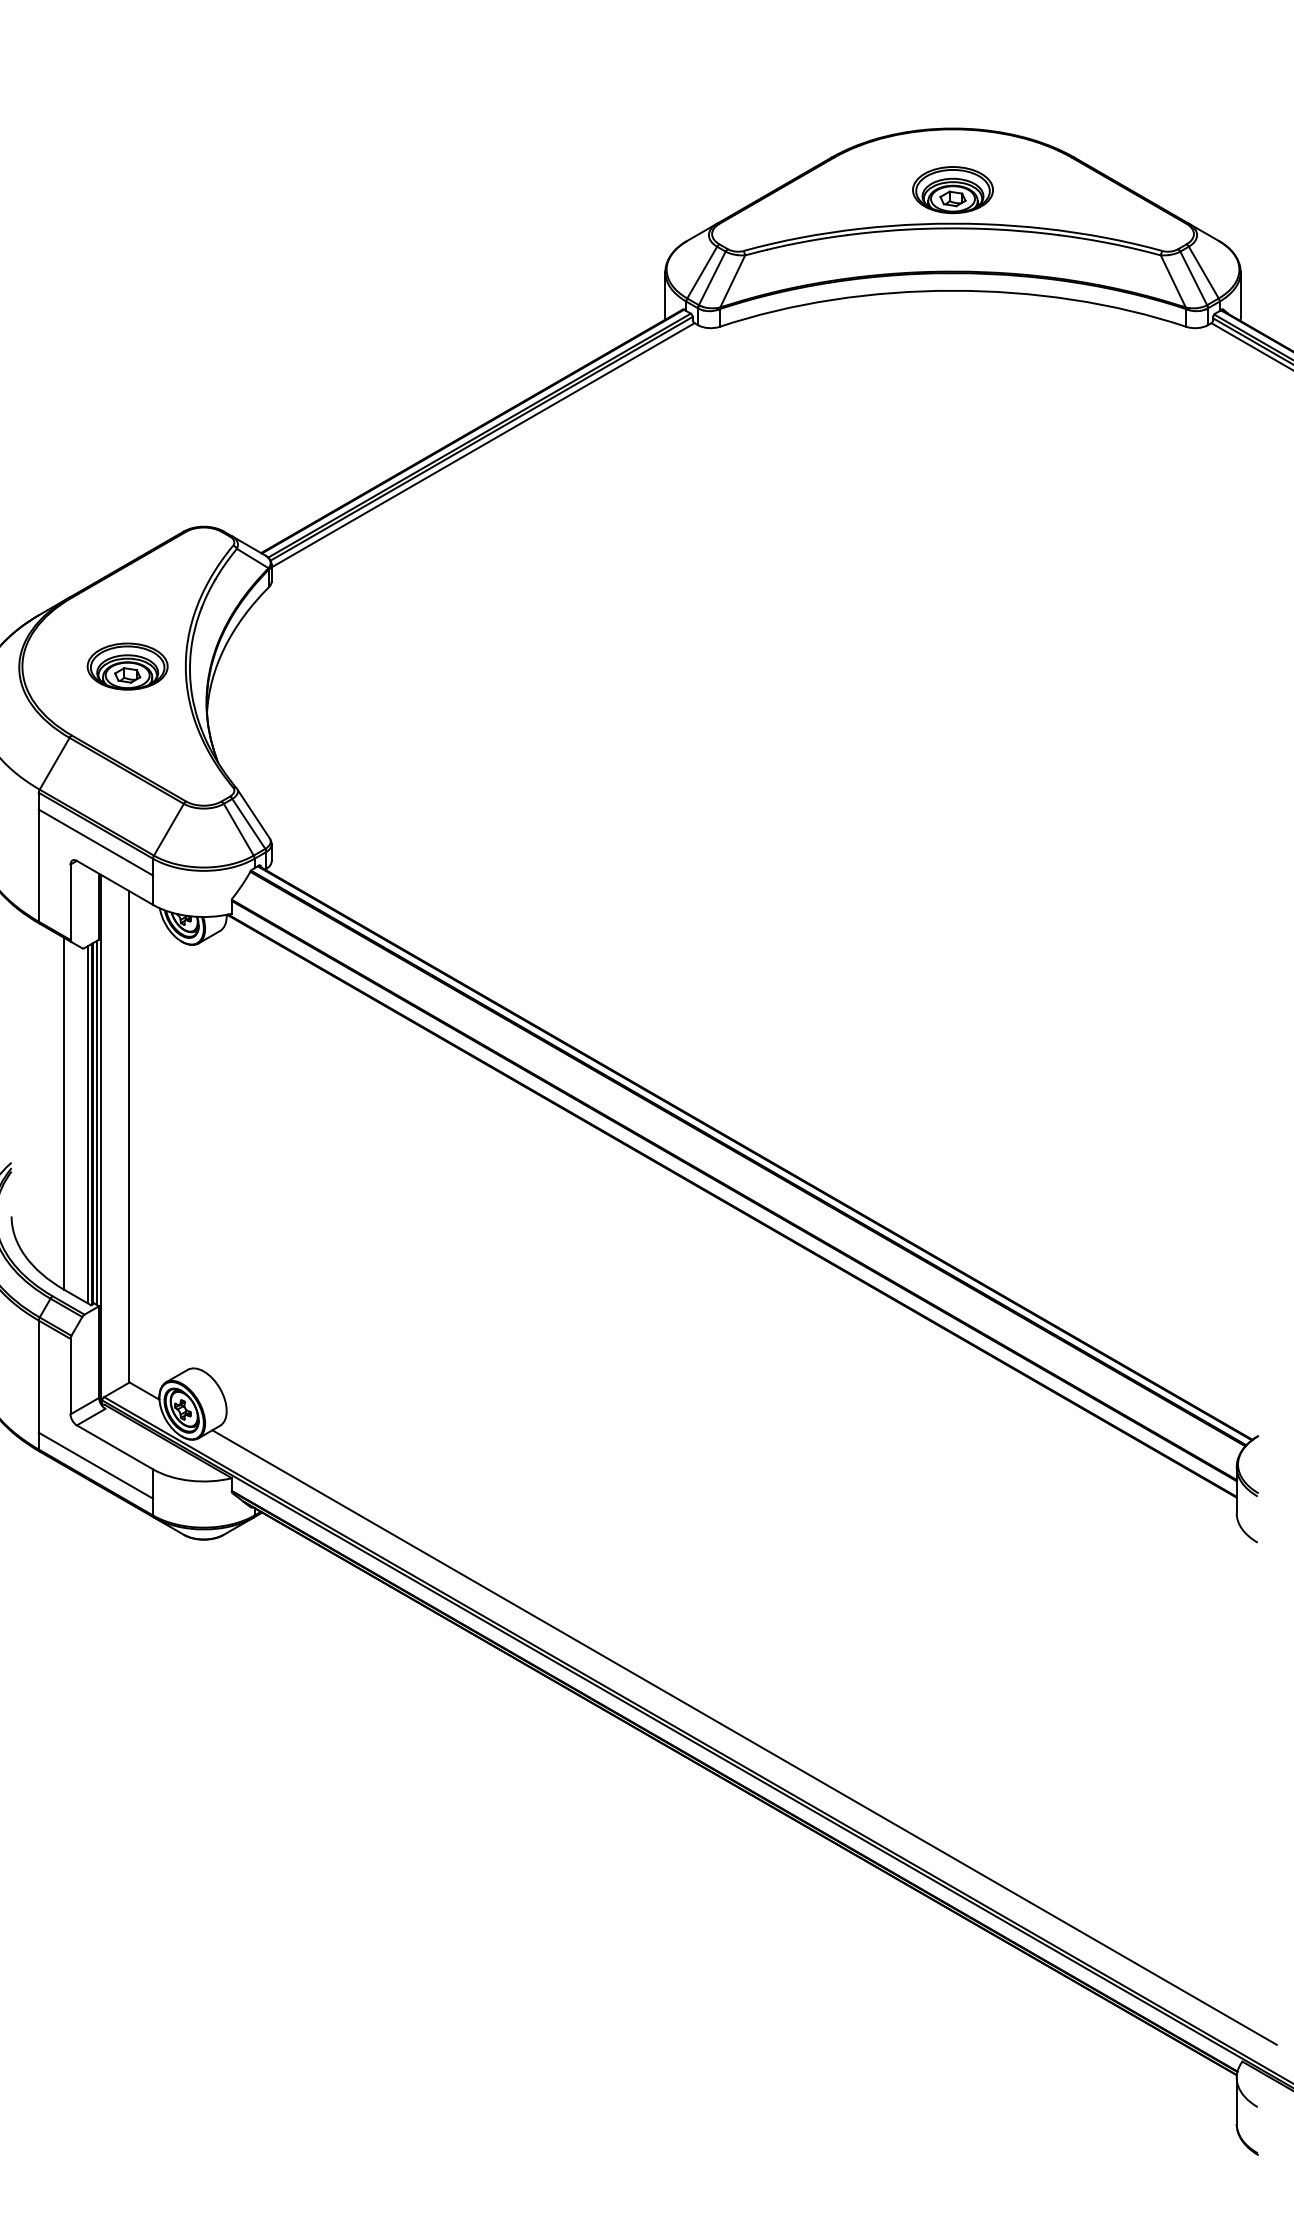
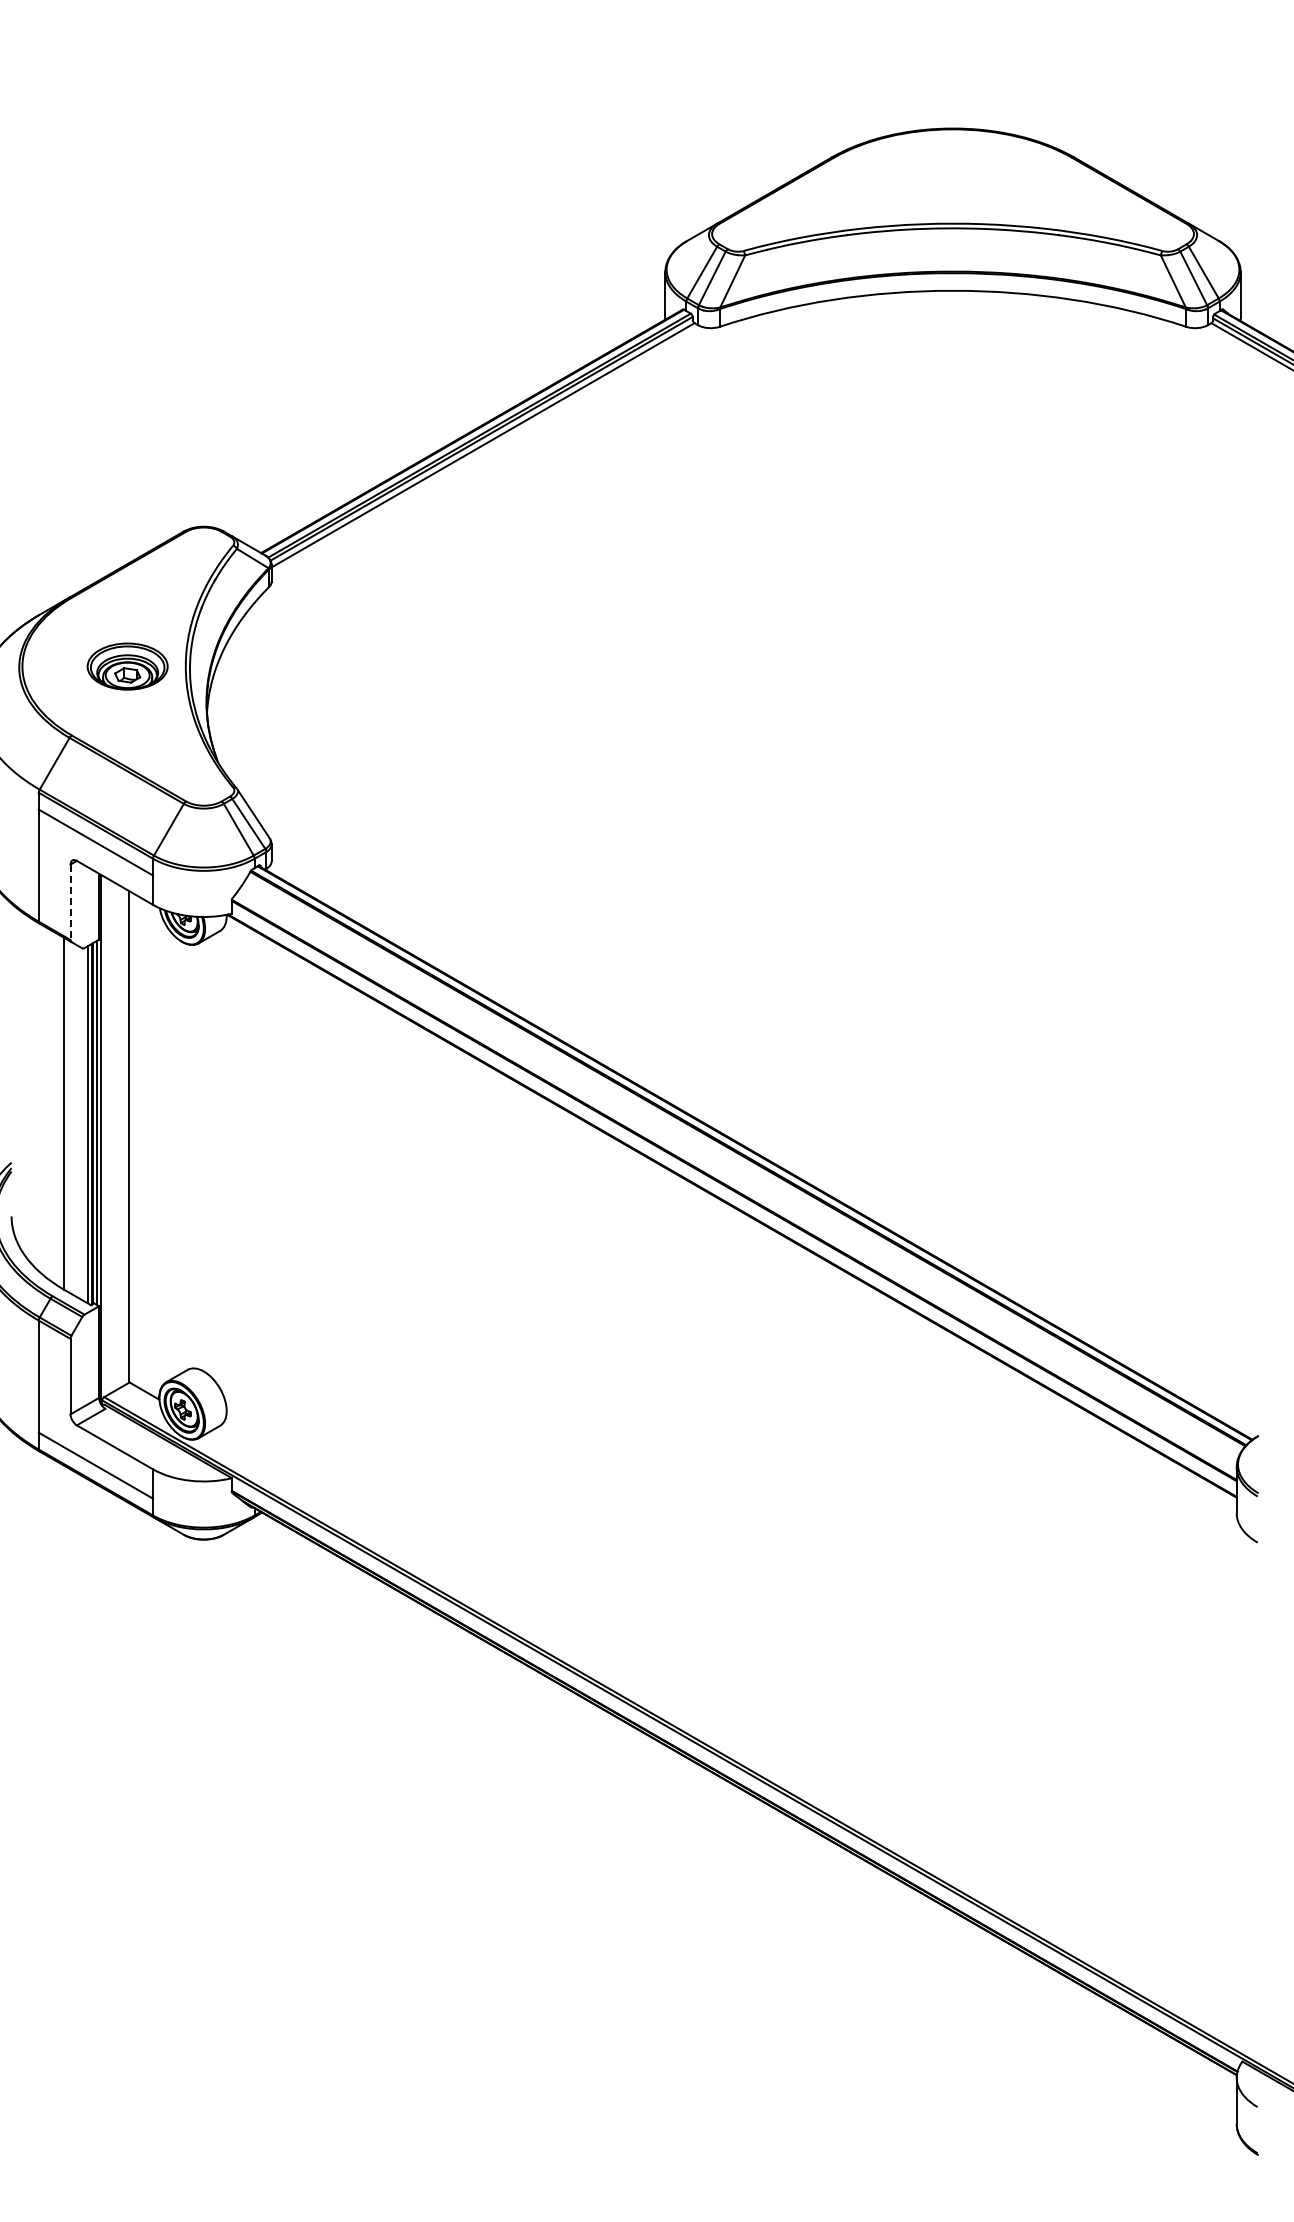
part at (952, 190): present -> none
line at (70, 902): solid -> dashed
line at (744, 1737): present -> none
